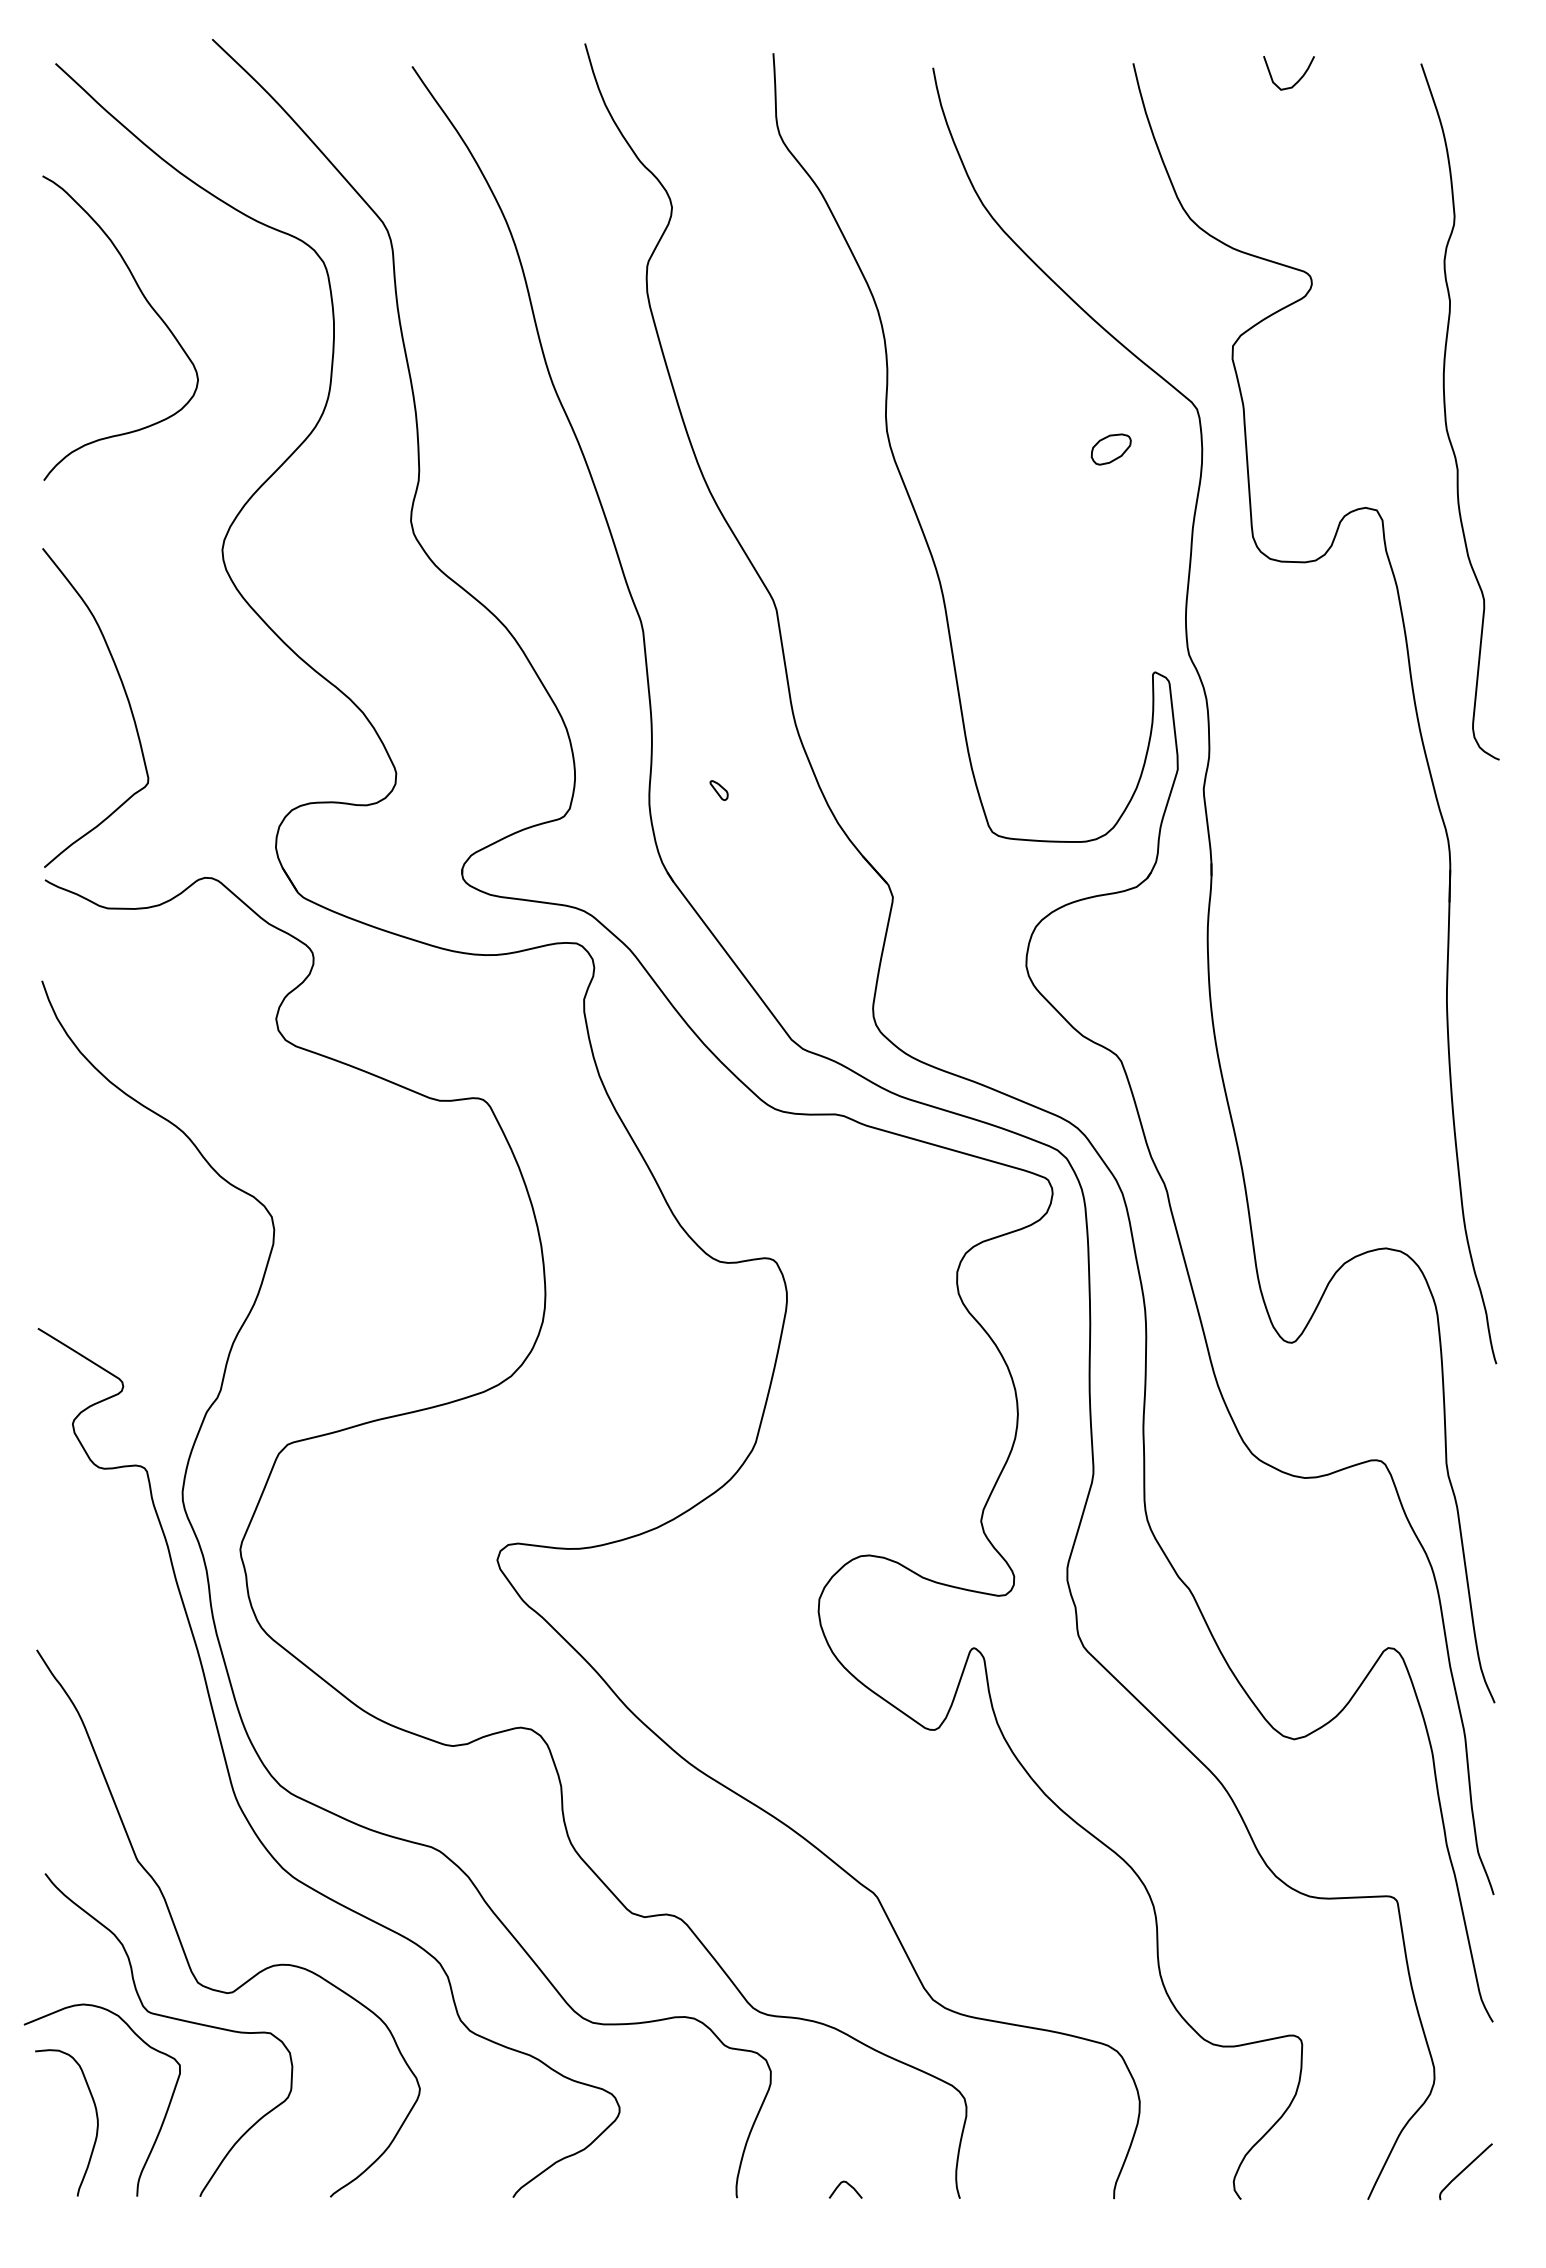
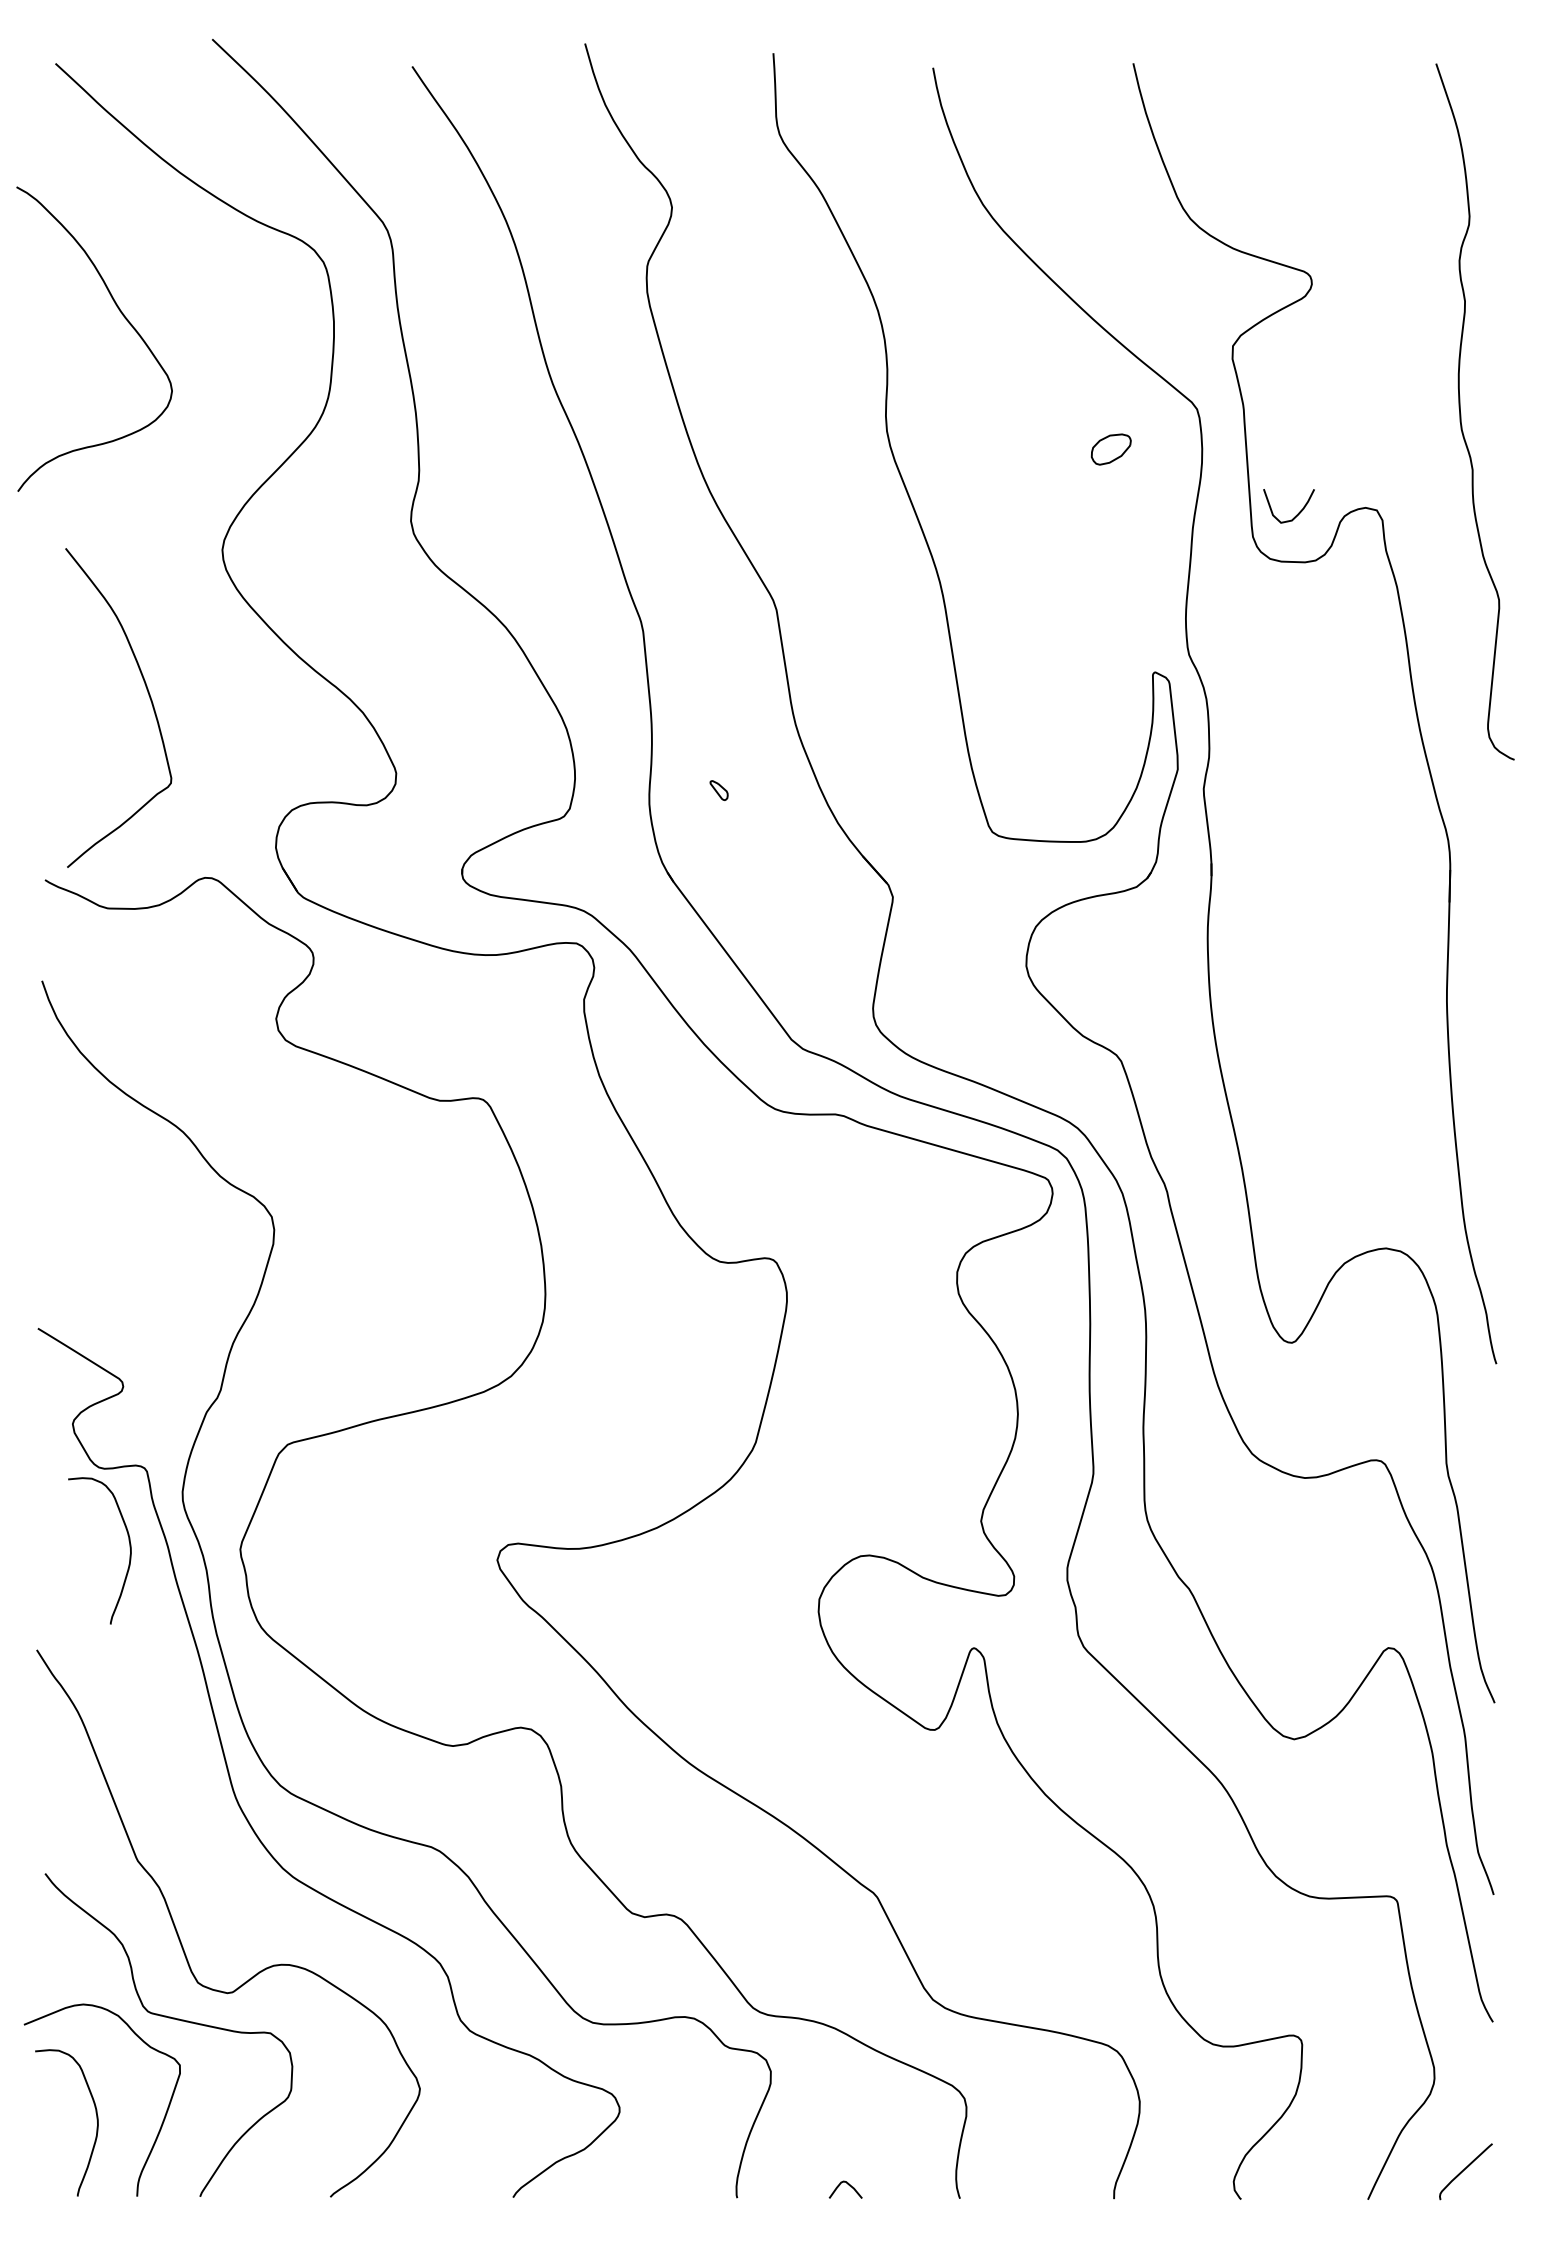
curve at (1296, 81) position: (1296, 81) -> (1296, 514)
curve at (150, 307) position: (150, 307) -> (124, 318)
curve at (1446, 413) position: (1446, 413) -> (1461, 413)
curve at (126, 698) position: (126, 698) -> (149, 698)
curve at (129, 1547): none -> present
